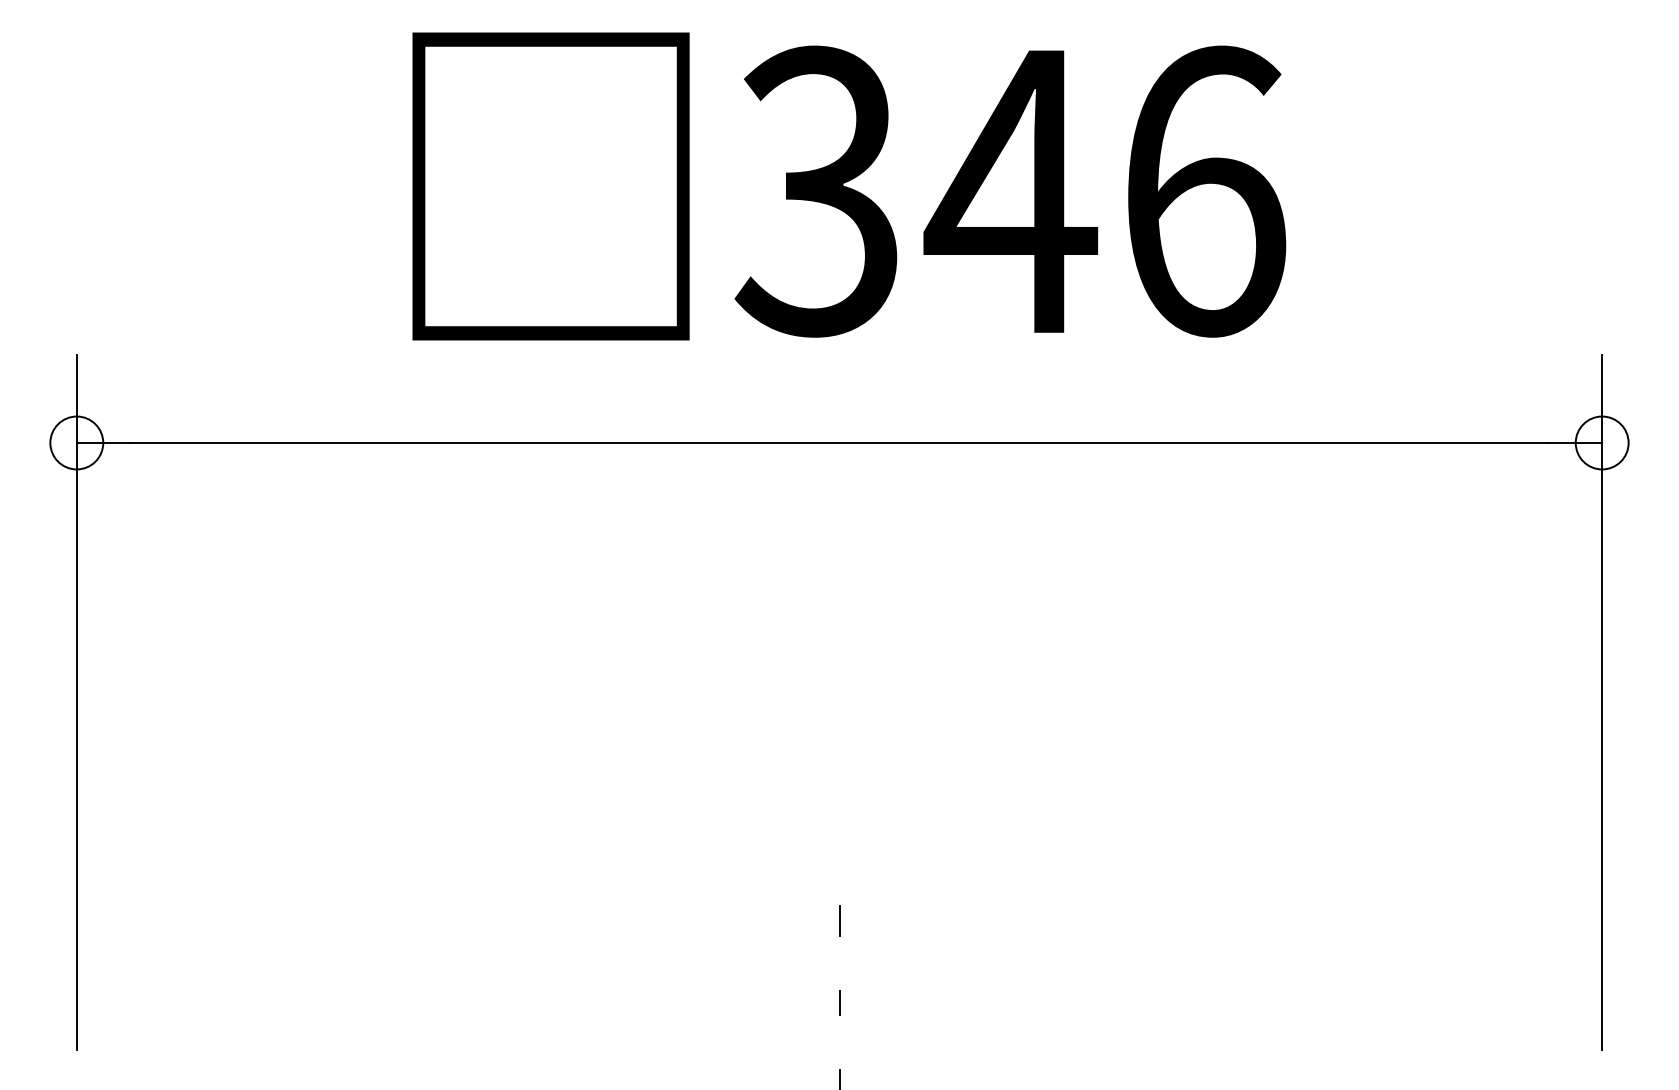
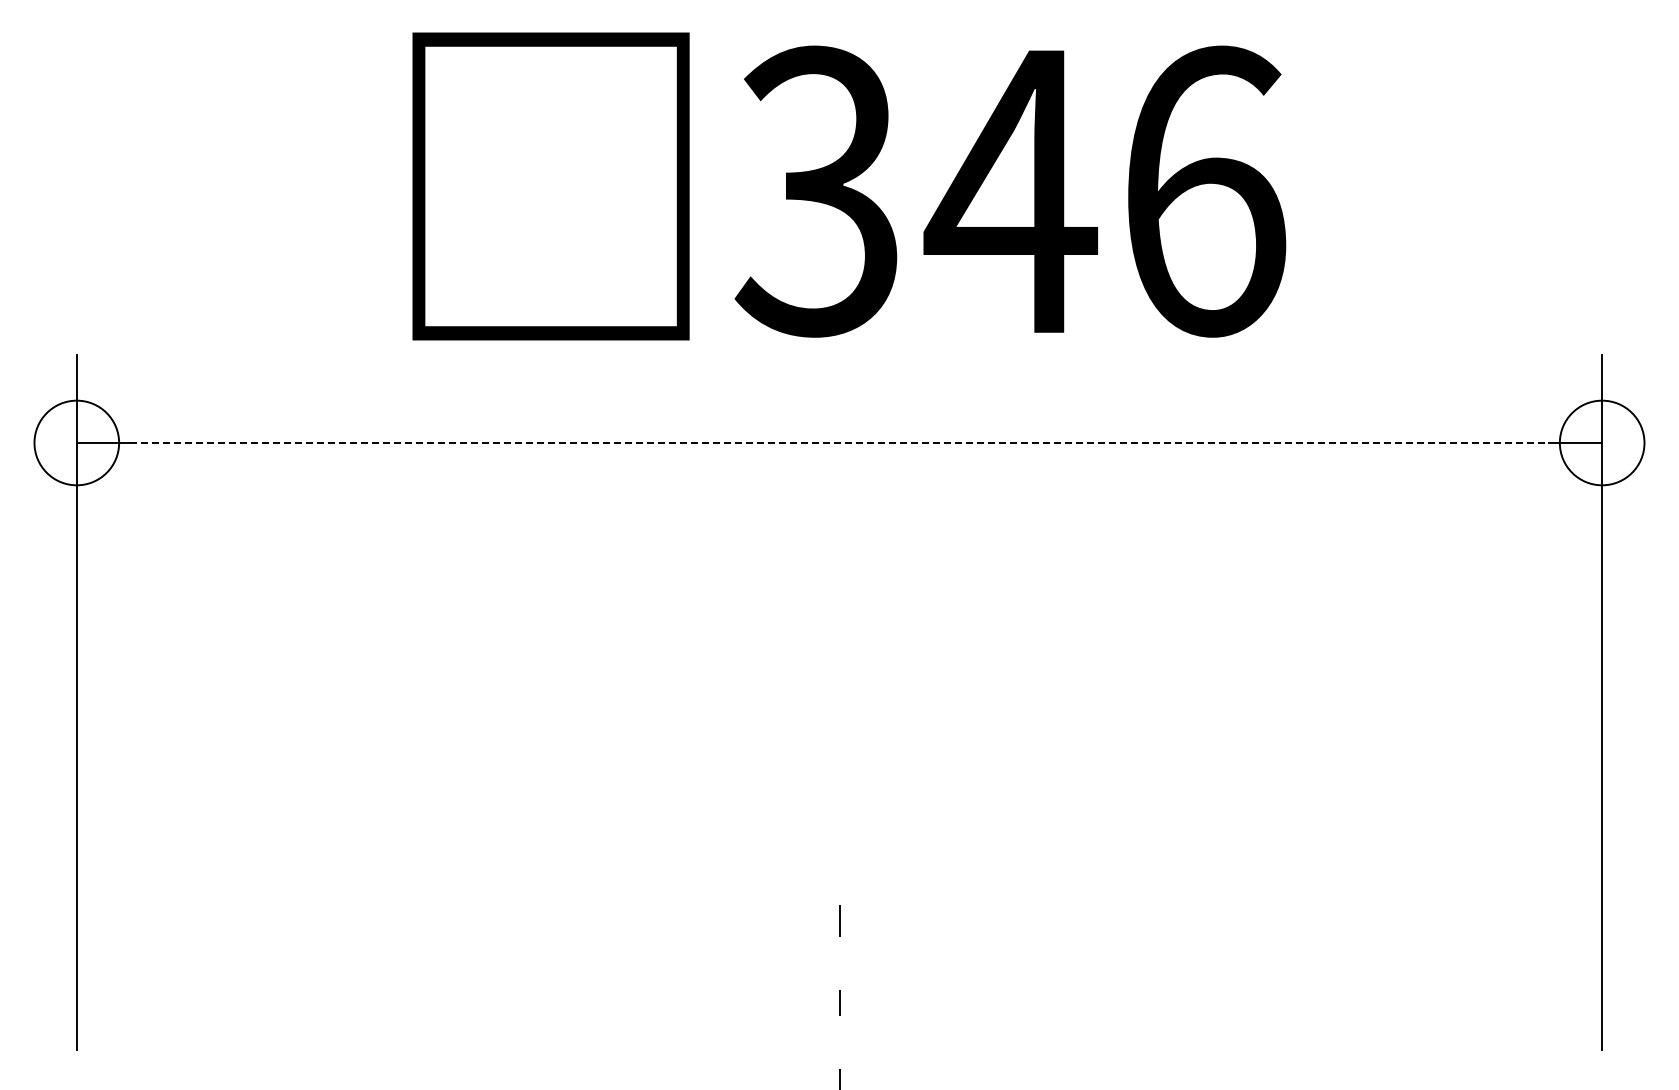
circle at (76, 442) diameter: 53 px -> 85 px
line at (839, 442): solid -> dashed
circle at (1601, 442) diameter: 53 px -> 85 px
